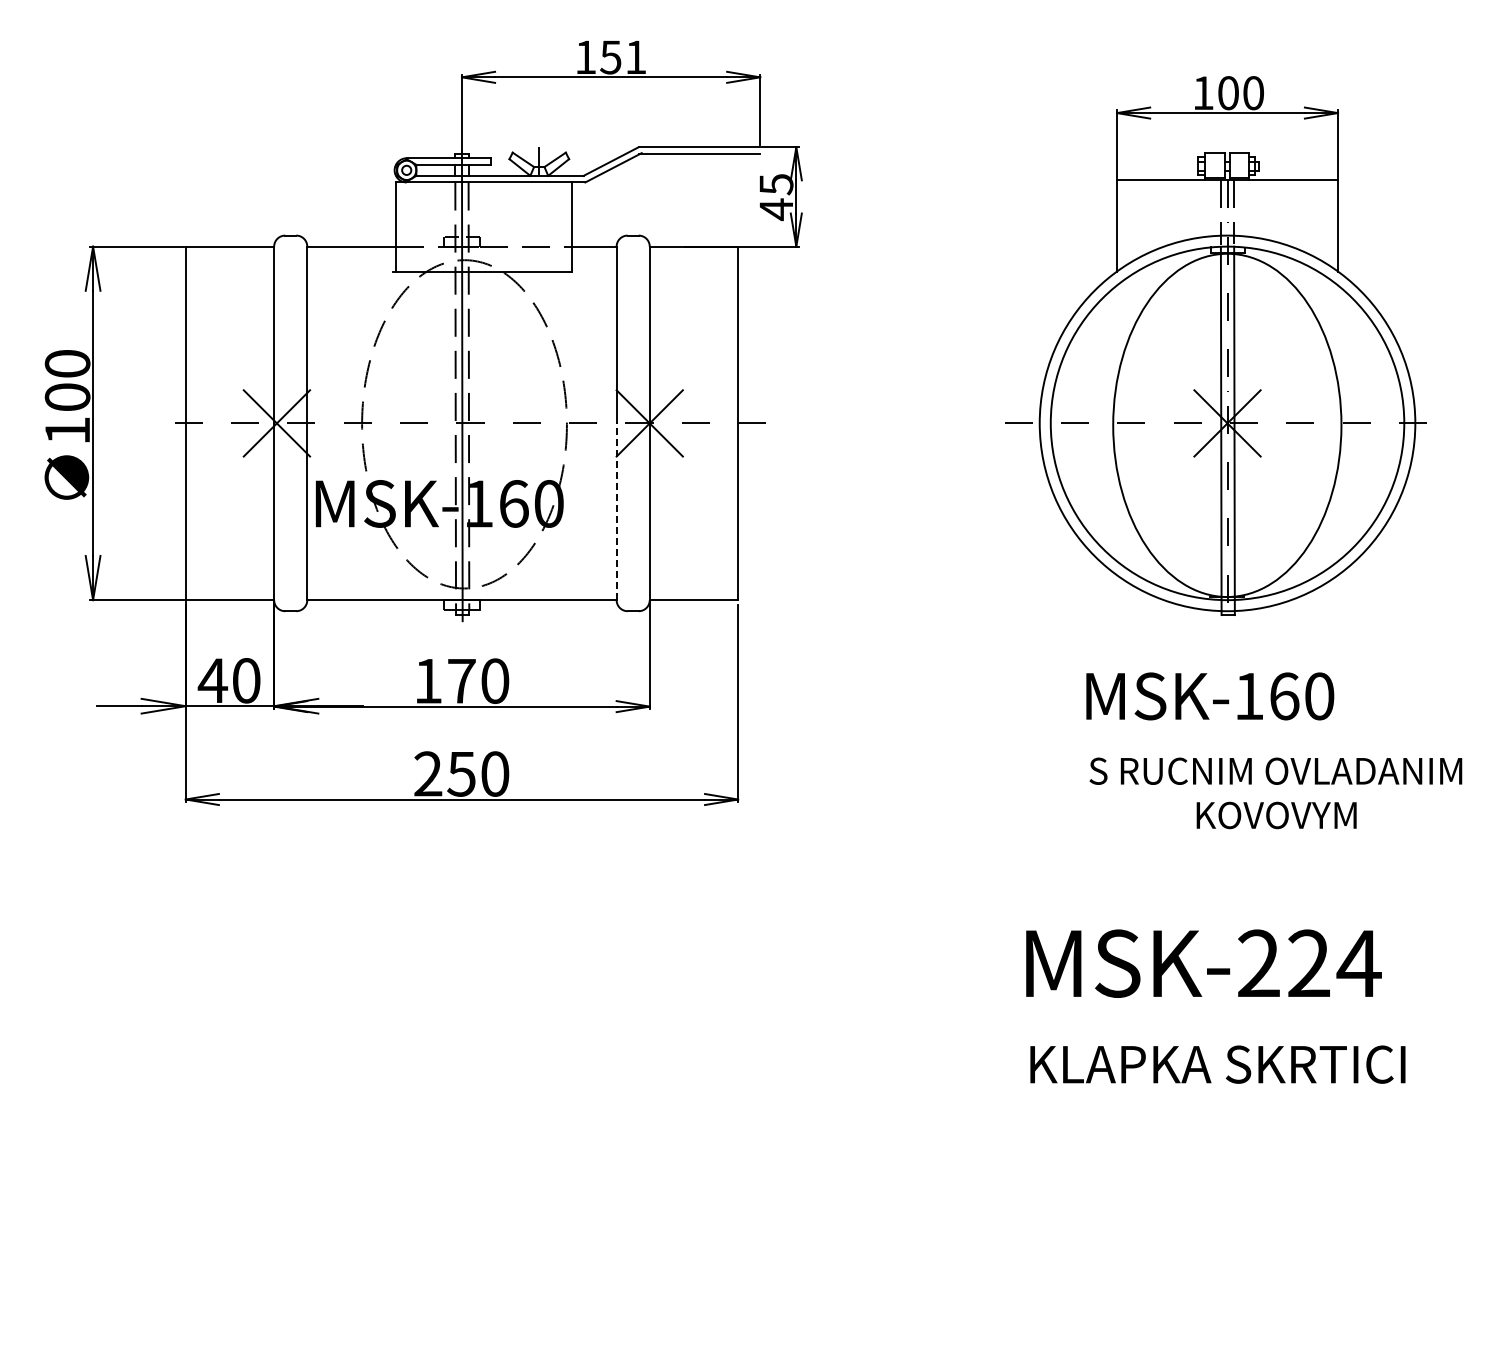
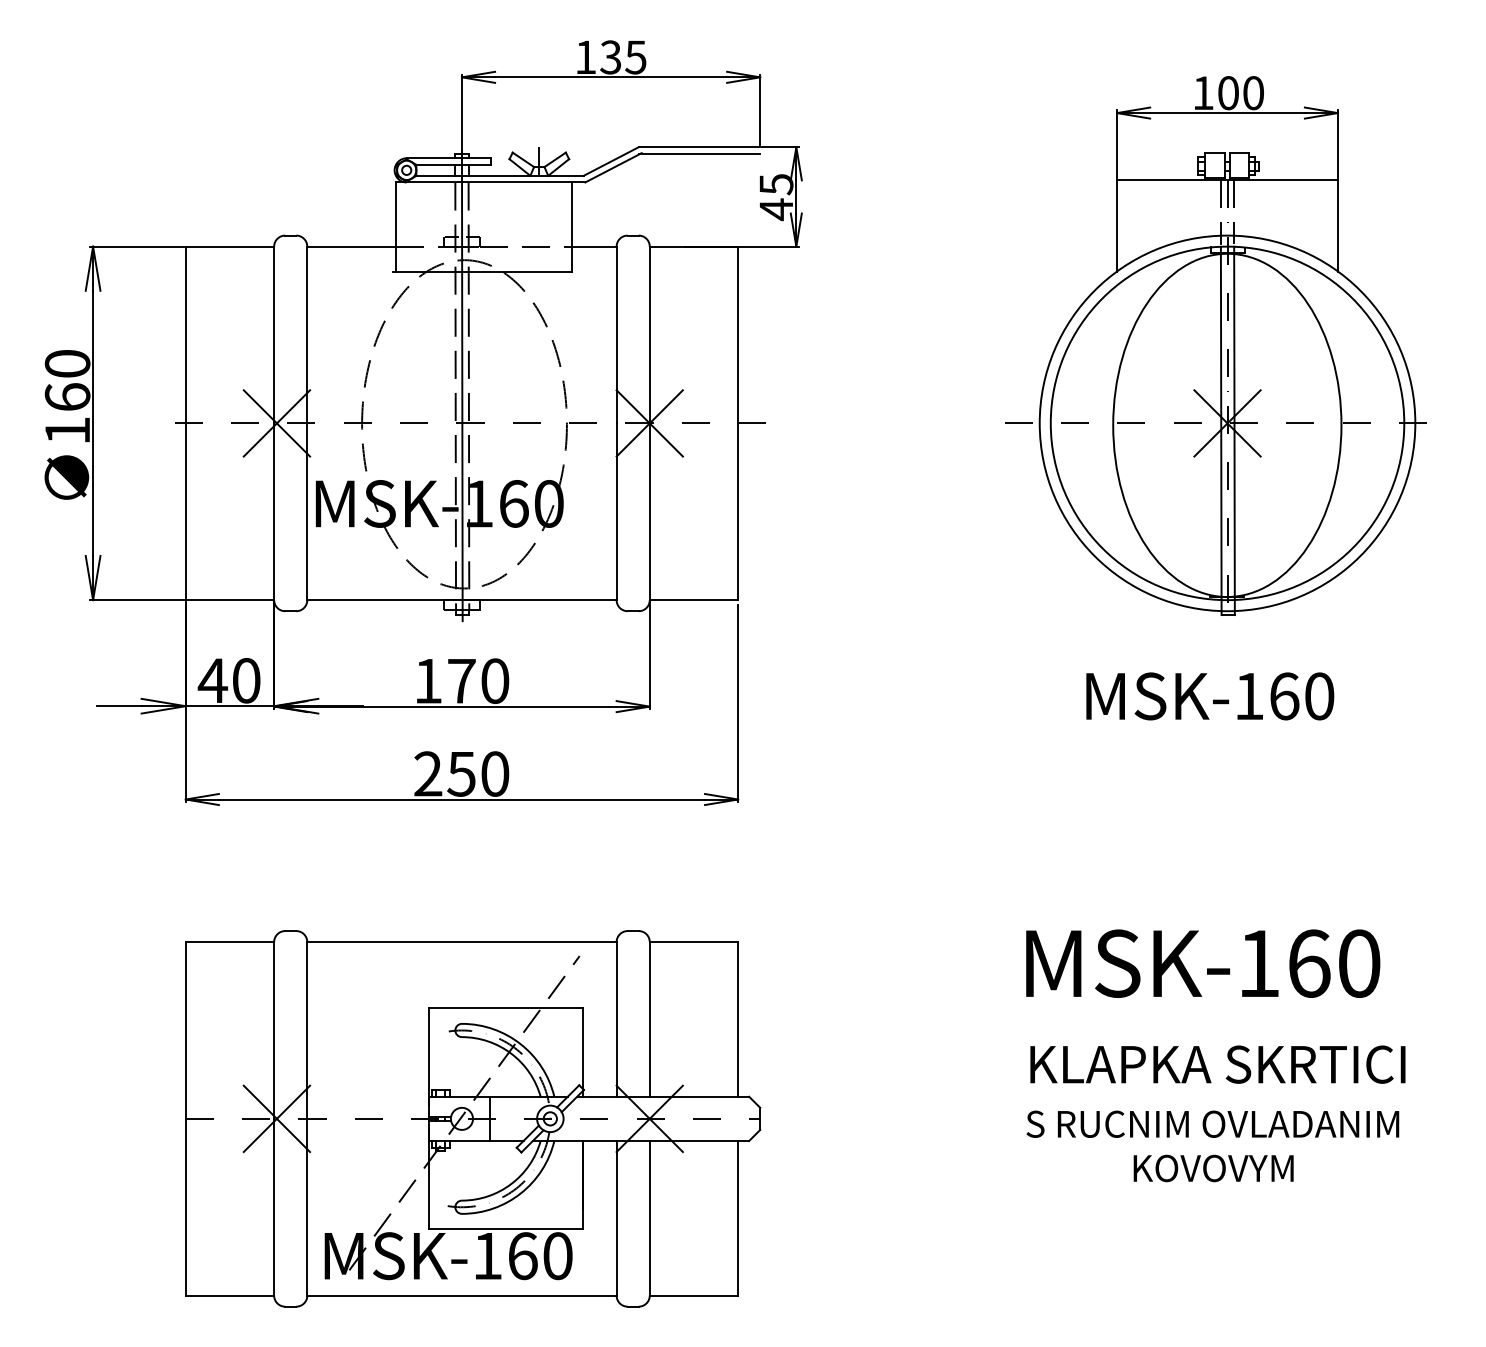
text at (623, 57): 151 -> 135
text at (67, 396): 100 -> 160
line at (616, 511): dashed -> solid
text at (1275, 793) position: (1275, 793) -> (1212, 1146)
text at (1309, 963): MSK-224 -> MSK-160
part at (473, 1118): none -> present
